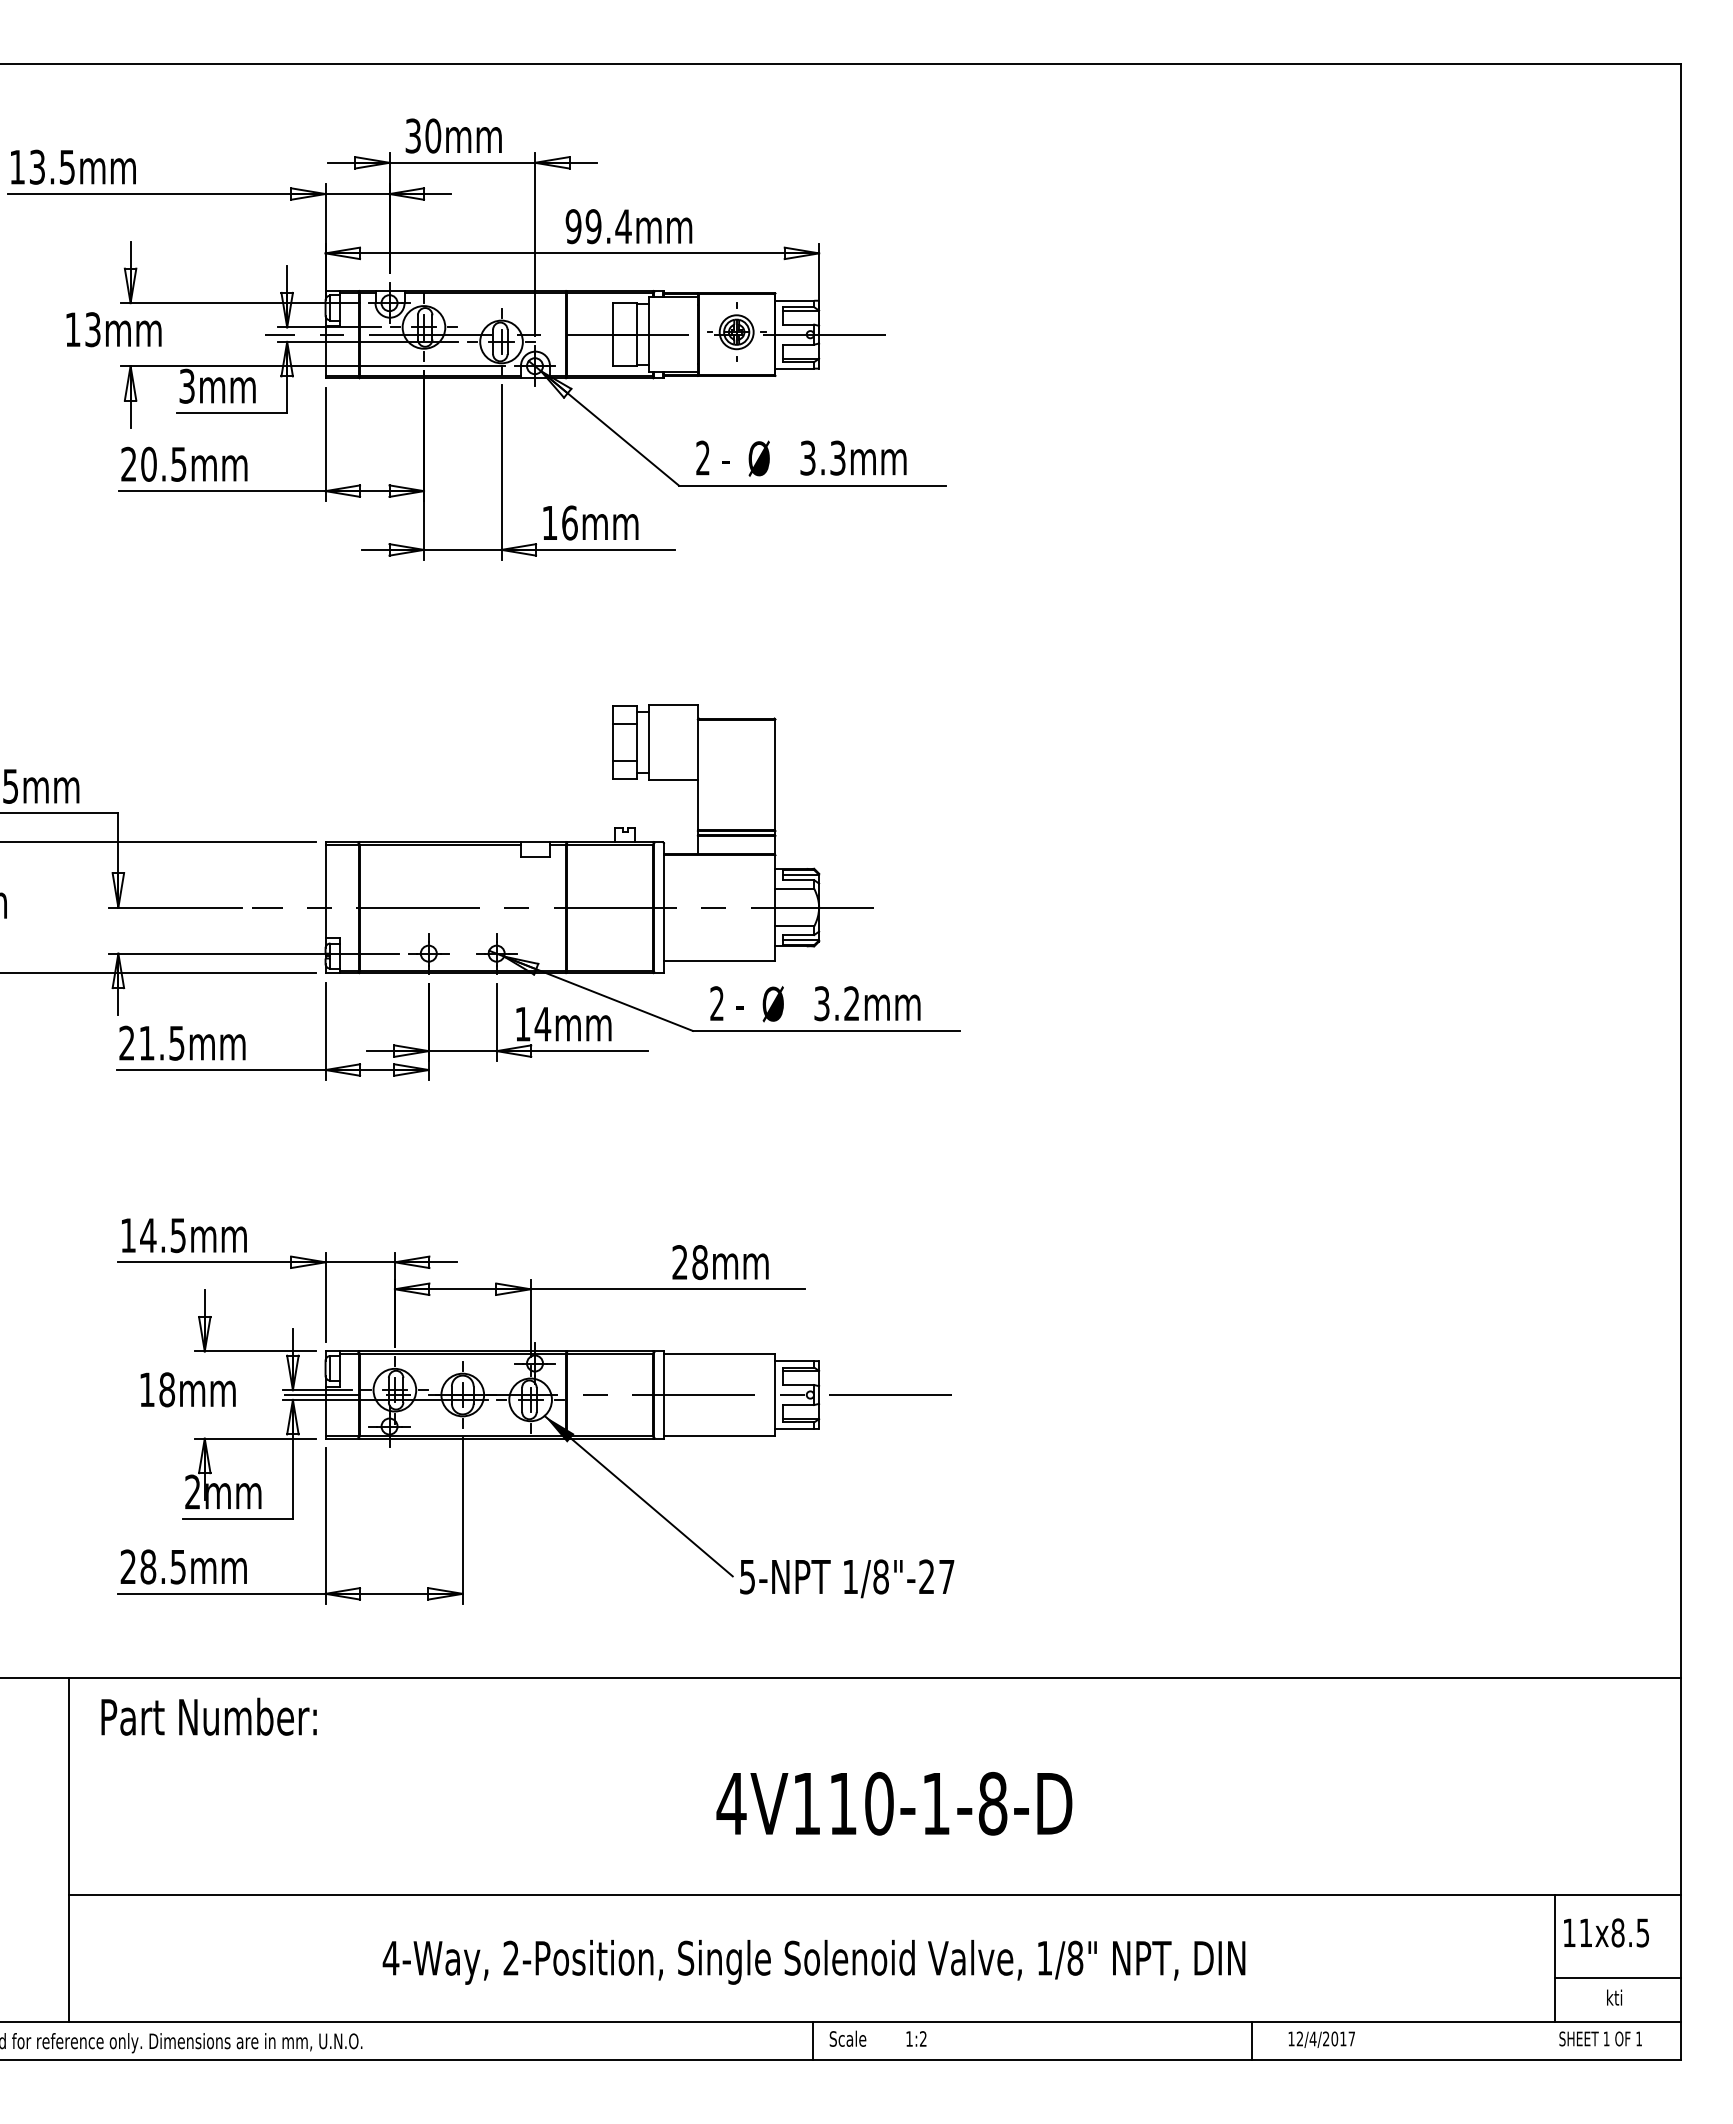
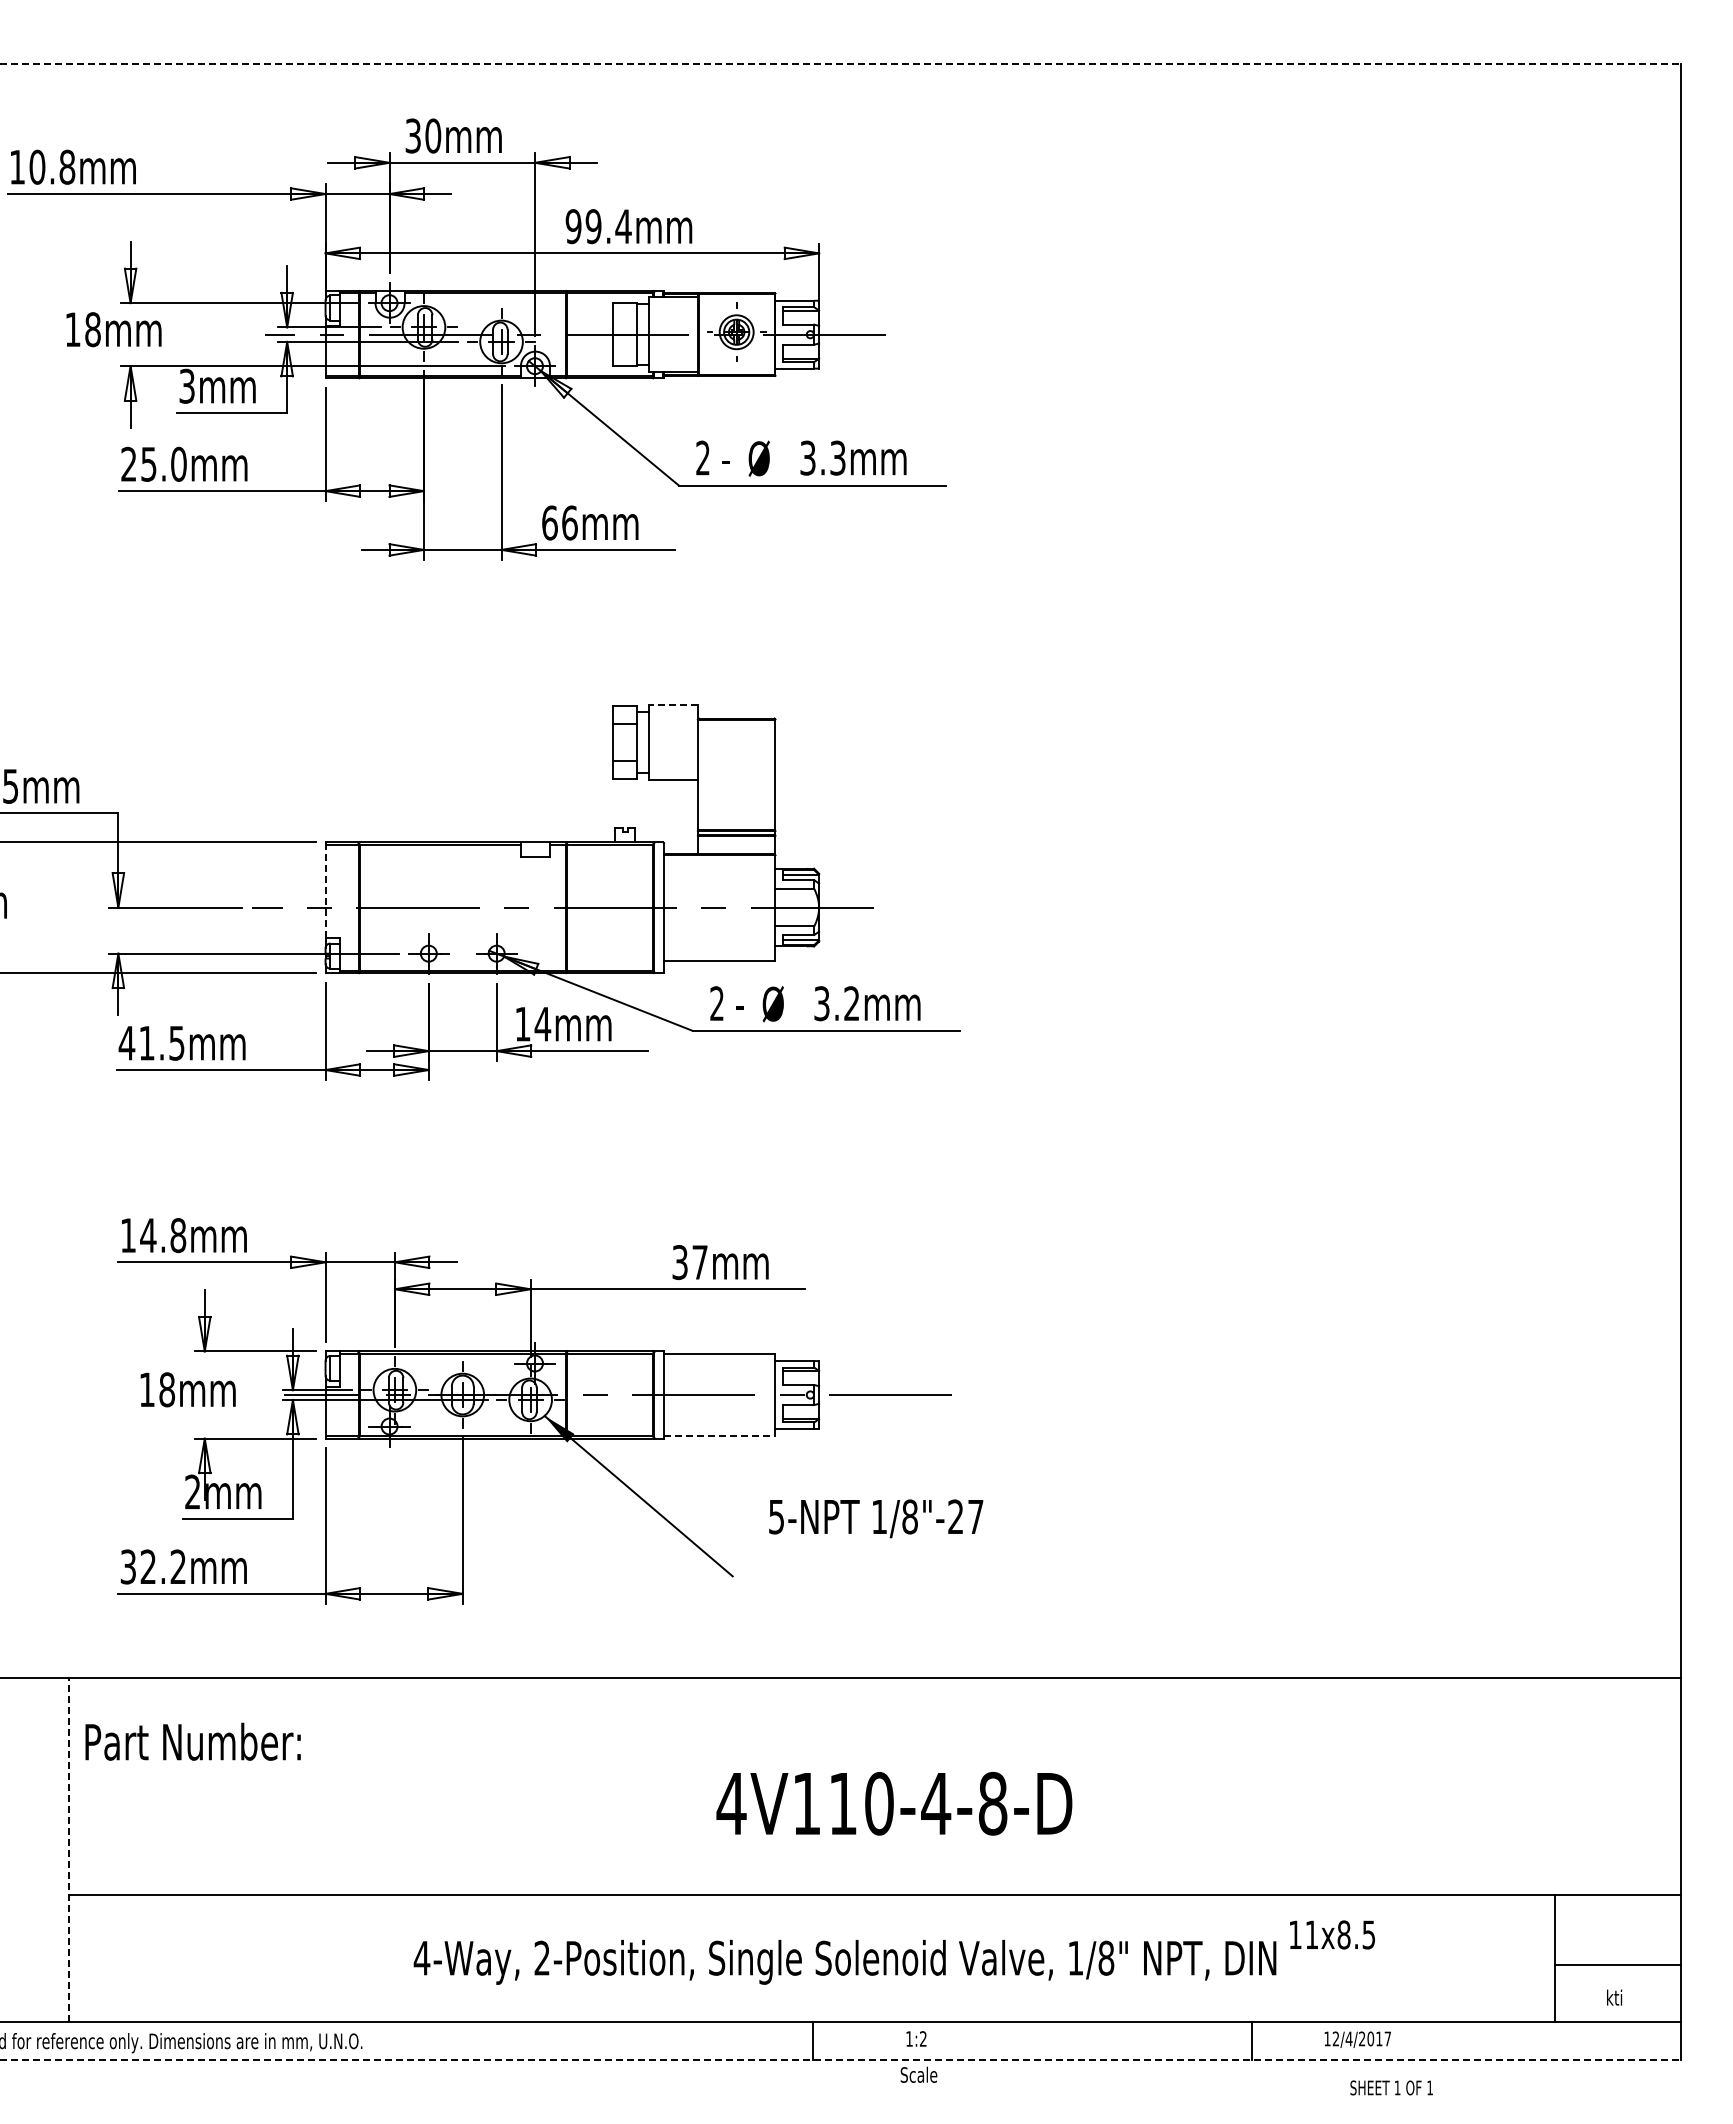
line at (841, 63): solid -> dashed
text at (52, 166): 13.5mm -> 10.8mm
text at (92, 329): 13mm -> 18mm
text at (163, 463): 20.5mm -> 25.0mm
text at (549, 522): 16mm -> 66mm
line at (673, 705): solid -> dashed
line at (325, 891): solid -> dashed
text at (126, 1042): 21.5mm -> 41.5mm
text at (178, 1235): 14.5mm -> 14.8mm
text at (689, 1262): 28mm -> 37mm
line at (719, 1436): solid -> dashed
text at (152, 1566): 28.5mm -> 32.2mm
text at (847, 1578) position: (847, 1578) -> (876, 1518)
text at (208, 1716) position: (208, 1716) -> (192, 1741)
text at (936, 1803): 4V110-1-8-D -> 4V110-4-8-D
line at (69, 1849): solid -> dashed
text at (1606, 1932) position: (1606, 1932) -> (1332, 1934)
text at (813, 1961) position: (813, 1961) -> (844, 1961)
line at (1617, 1977) position: (1617, 1977) -> (1617, 1964)
text at (847, 2038) position: (847, 2038) -> (918, 2074)
text at (1600, 2038) position: (1600, 2038) -> (1391, 2087)
text at (1321, 2039) position: (1321, 2039) -> (1357, 2039)
line at (841, 2060): solid -> dashed
